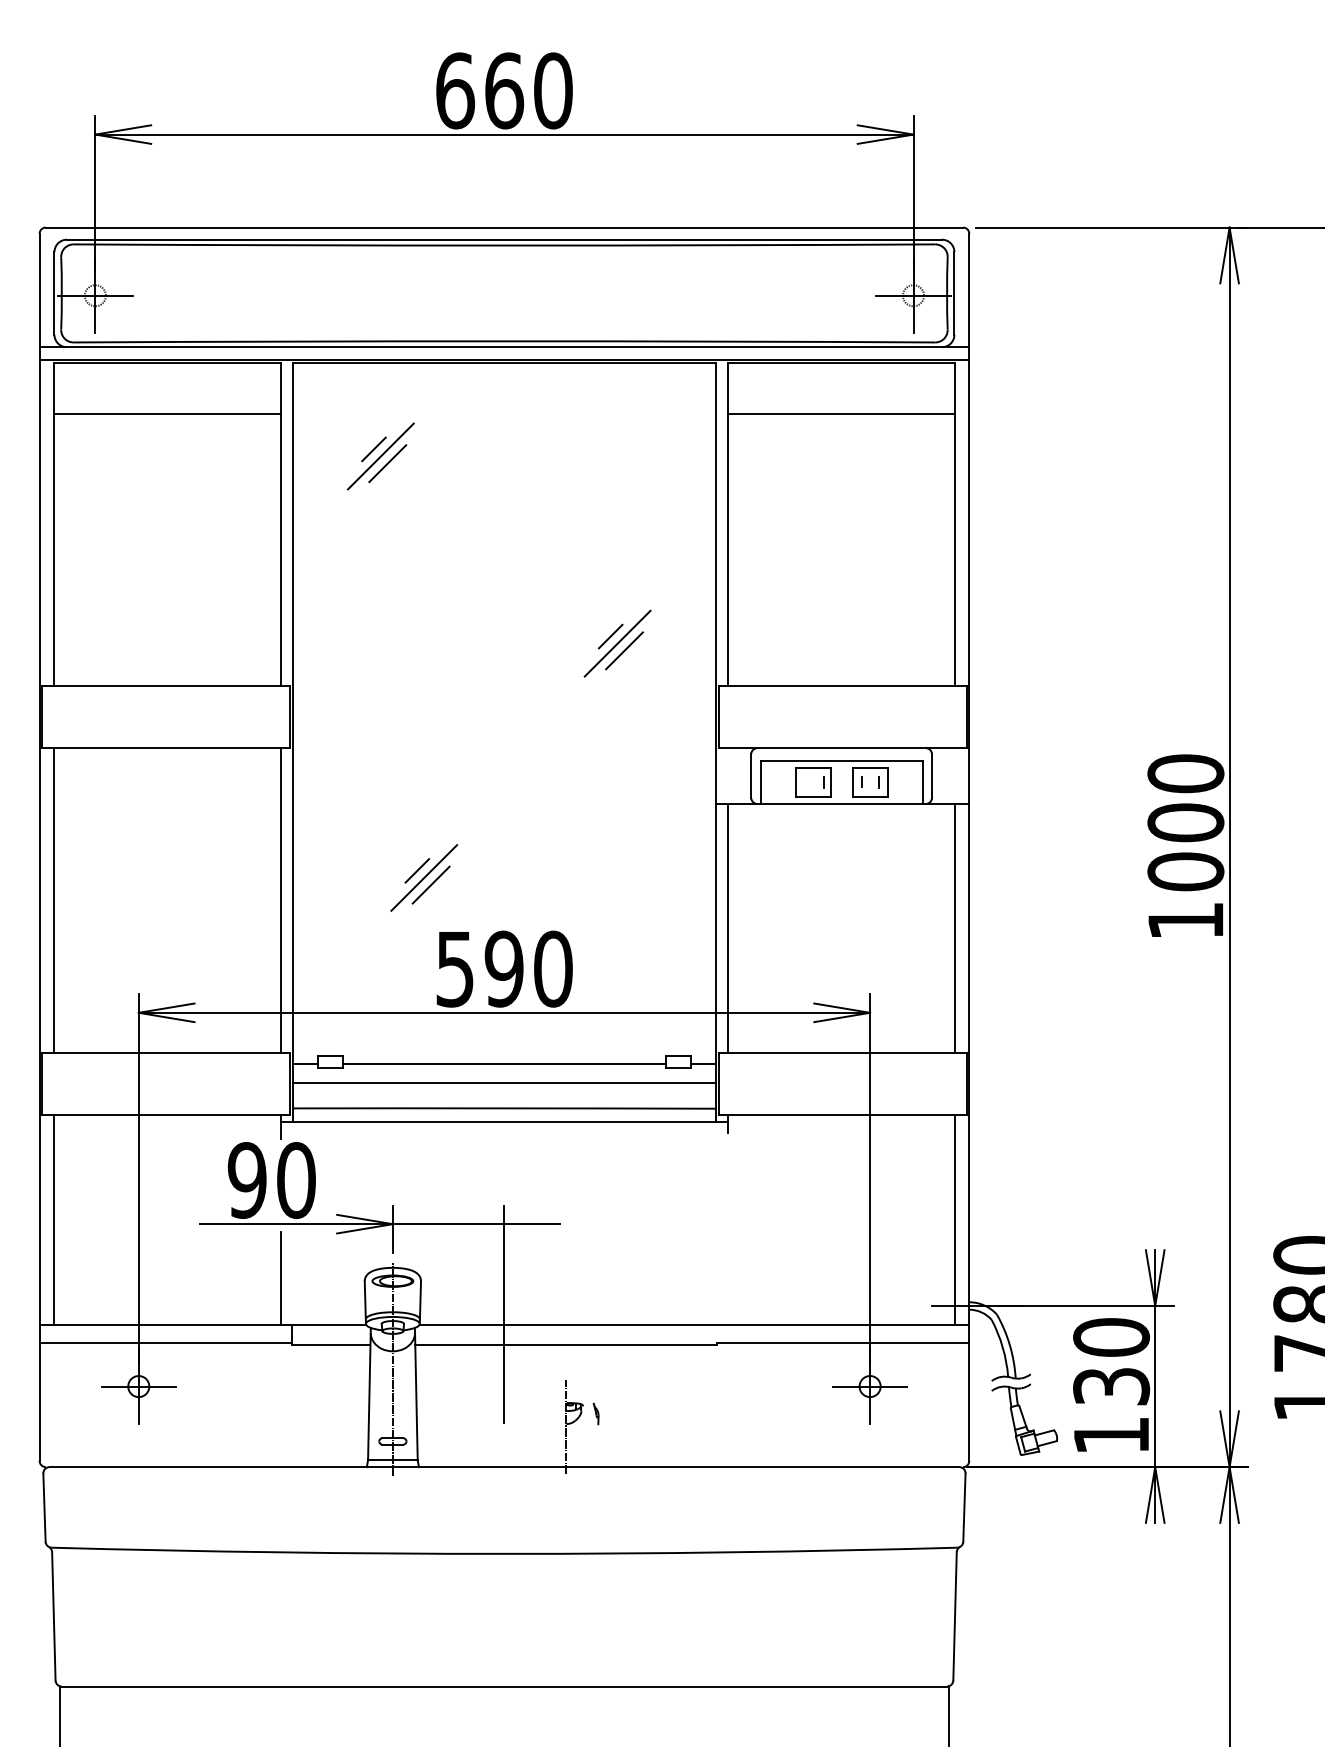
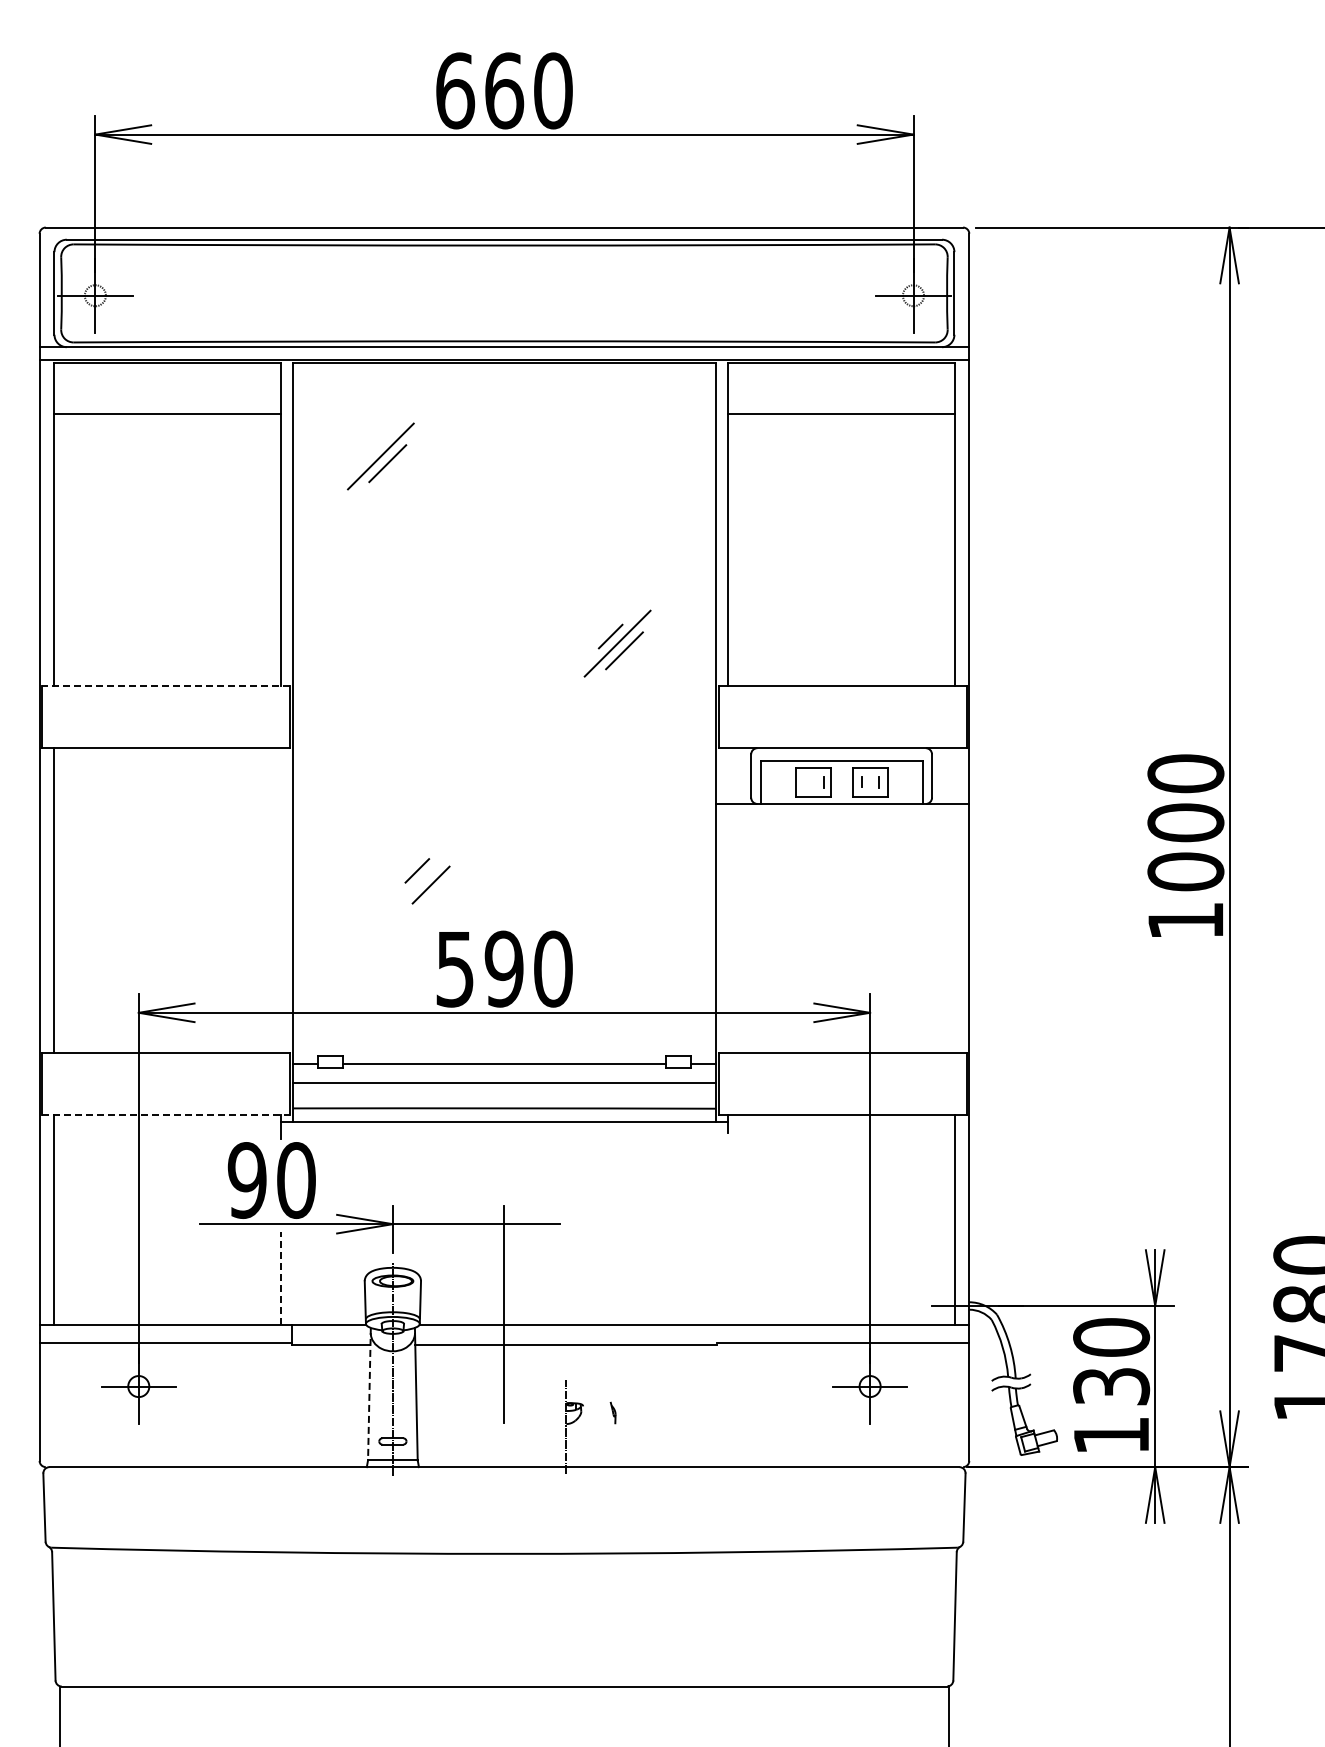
line at (373, 449): present -> none
line at (166, 686): solid -> dashed
line at (424, 877): present -> none
line at (281, 900): present -> none
line at (727, 927): present -> none
line at (955, 927): present -> none
line at (166, 1114): solid -> dashed
line at (281, 1277): solid -> dashed
line at (369, 1394): solid -> dashed
part at (595, 1413) position: (595, 1413) -> (612, 1412)
